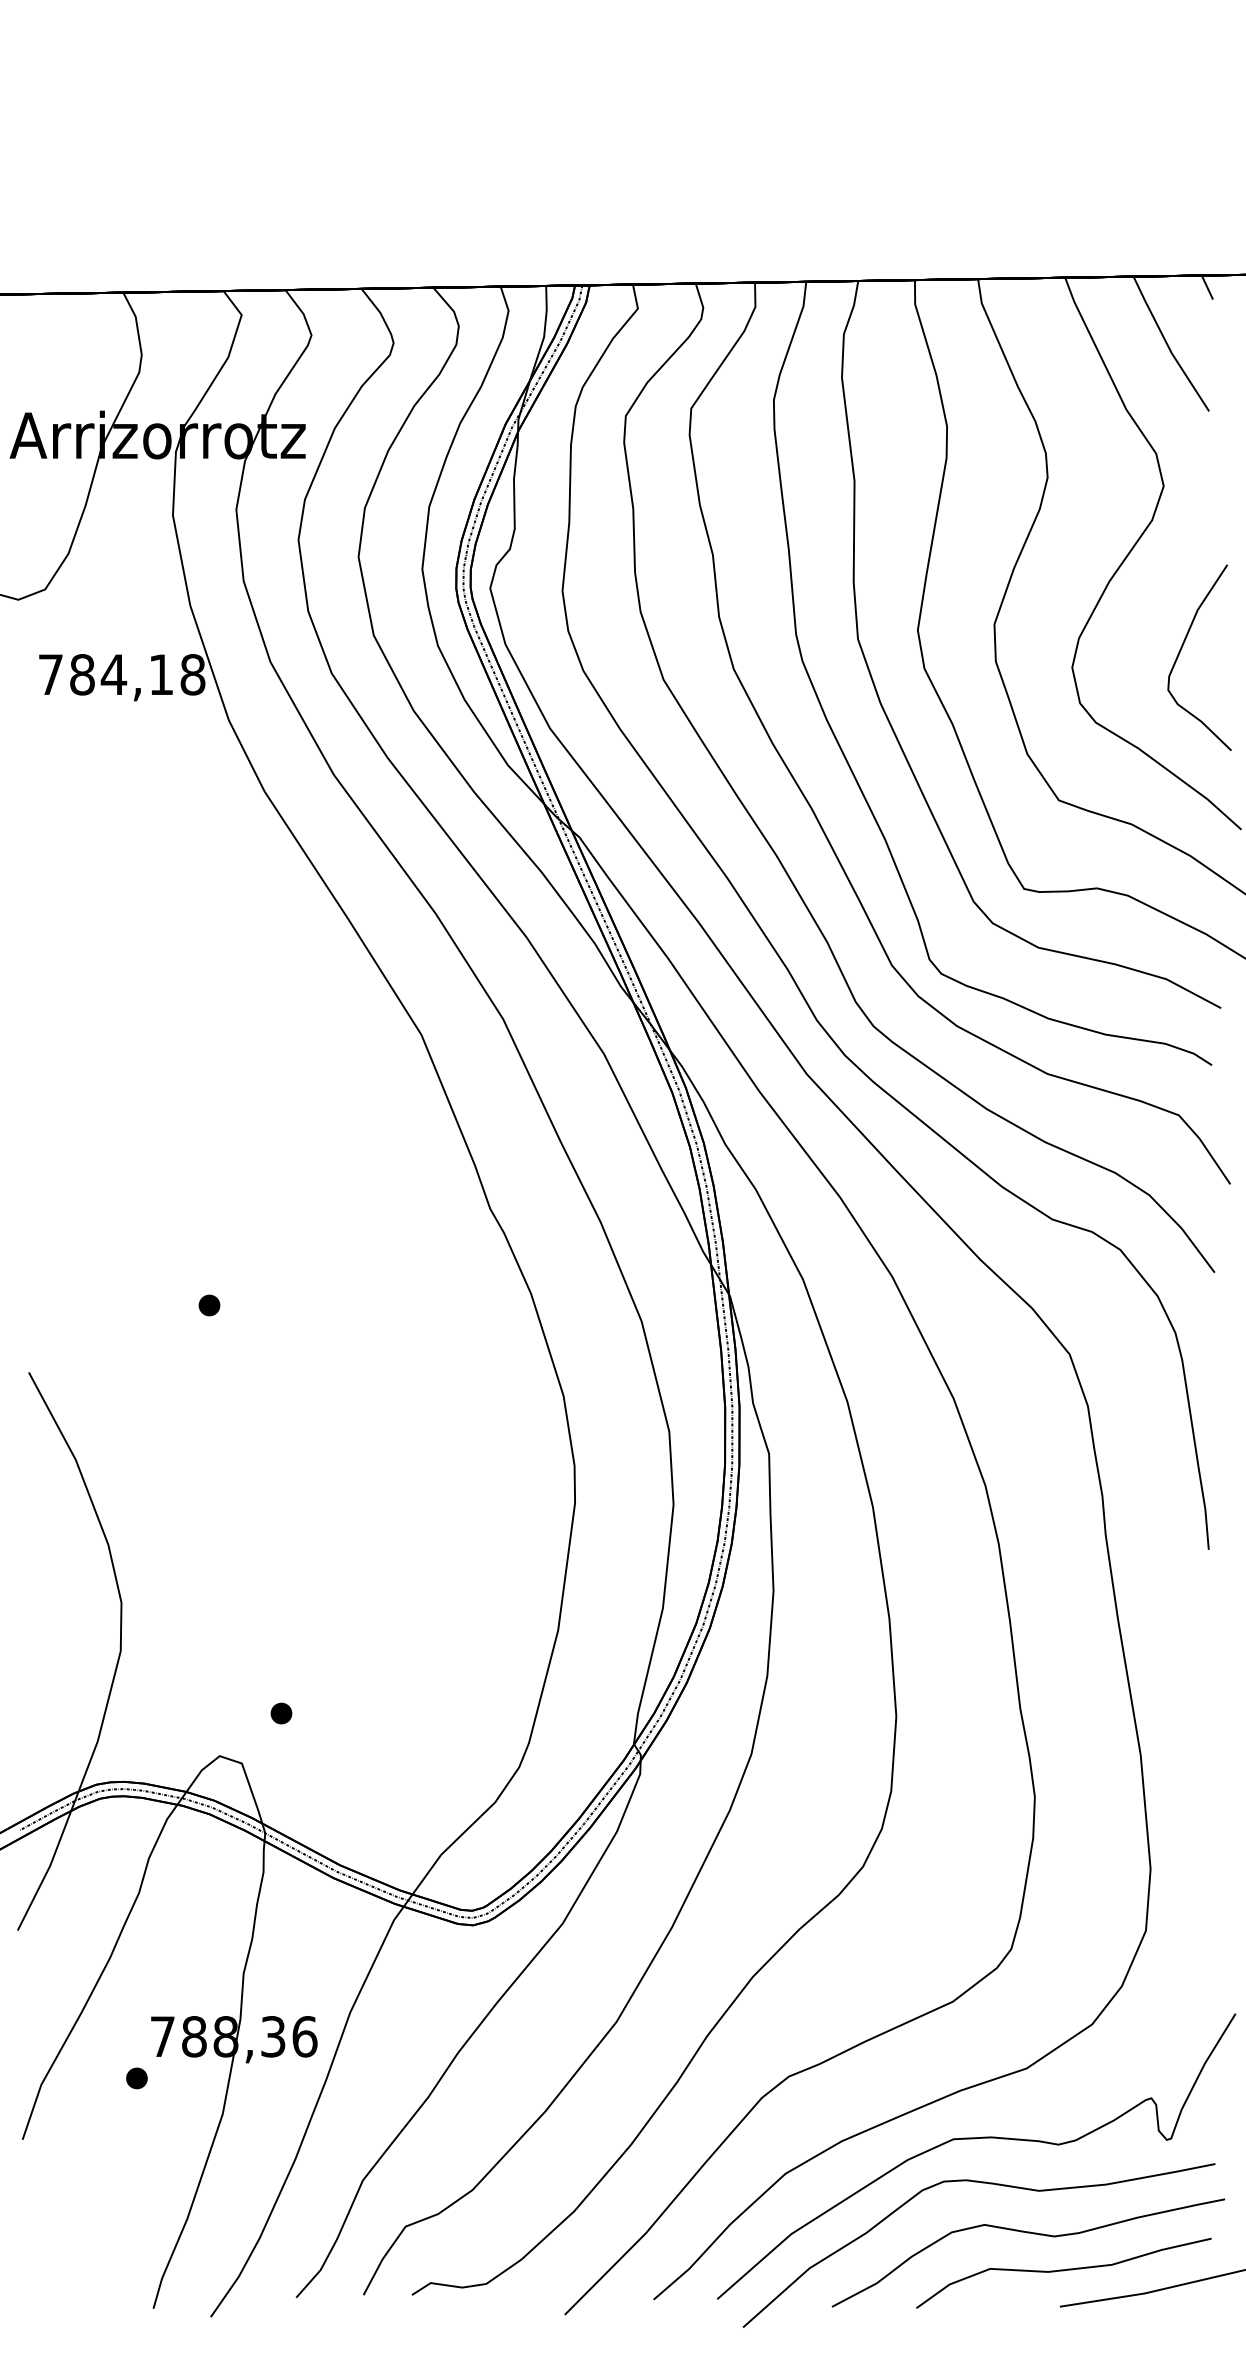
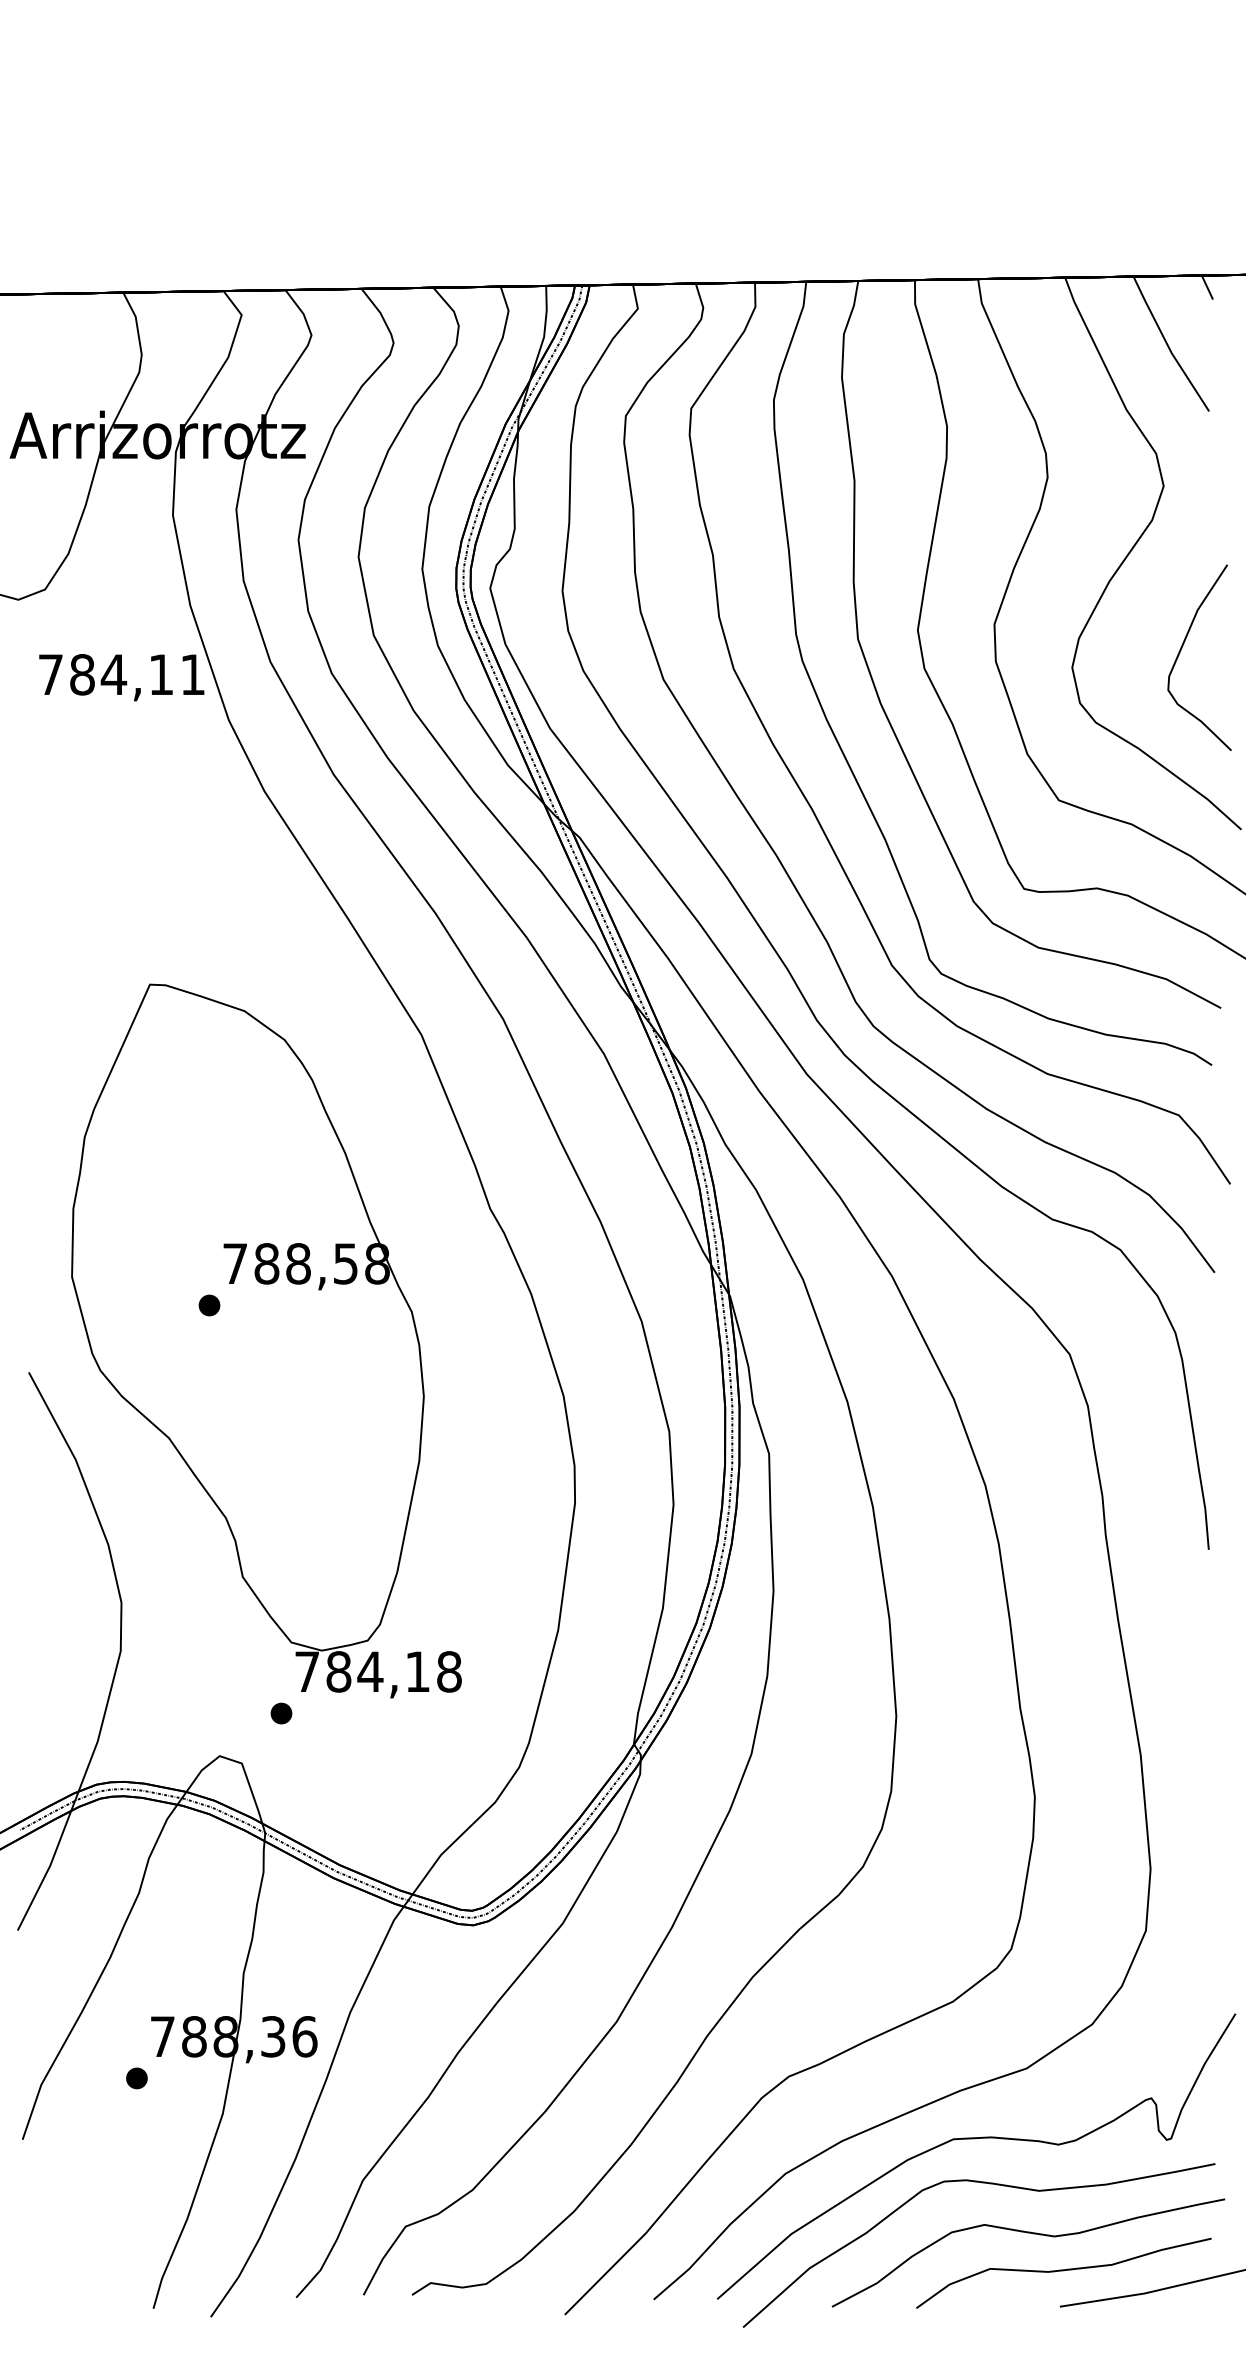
text at (192, 674): 784,18 -> 784,11
part at (266, 1340): none -> present
